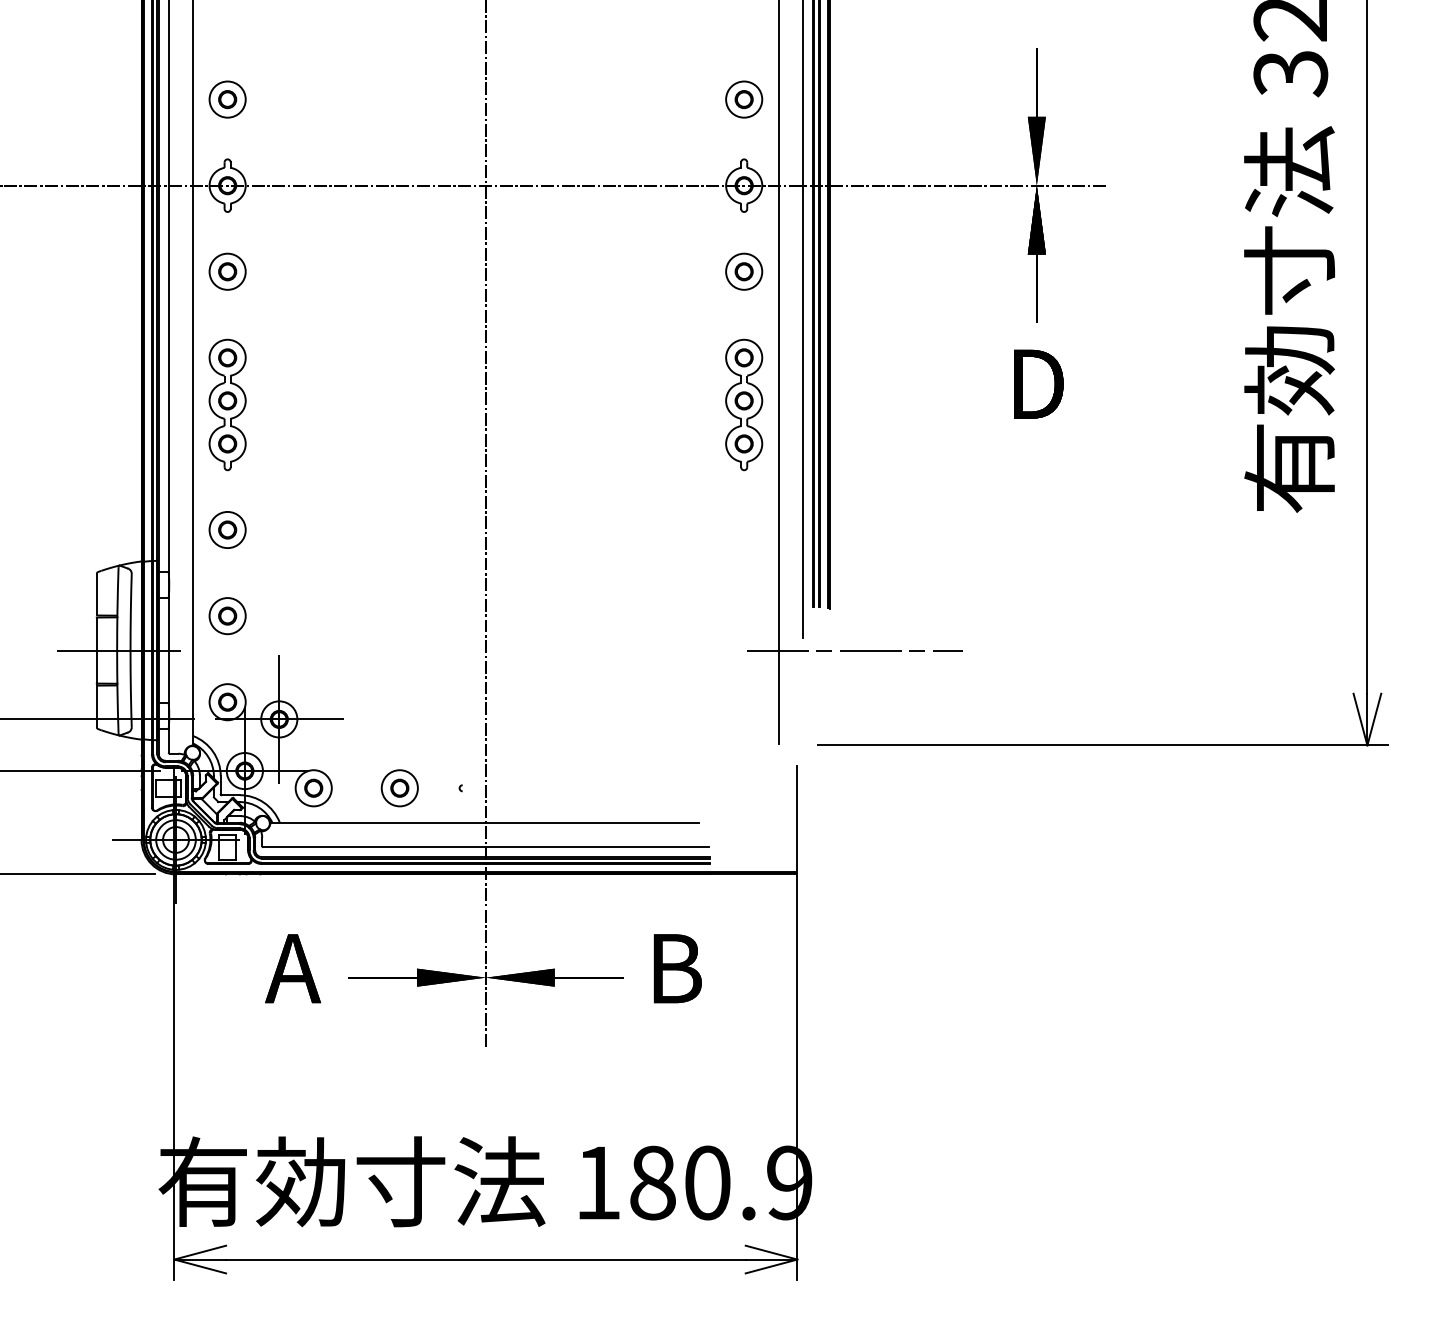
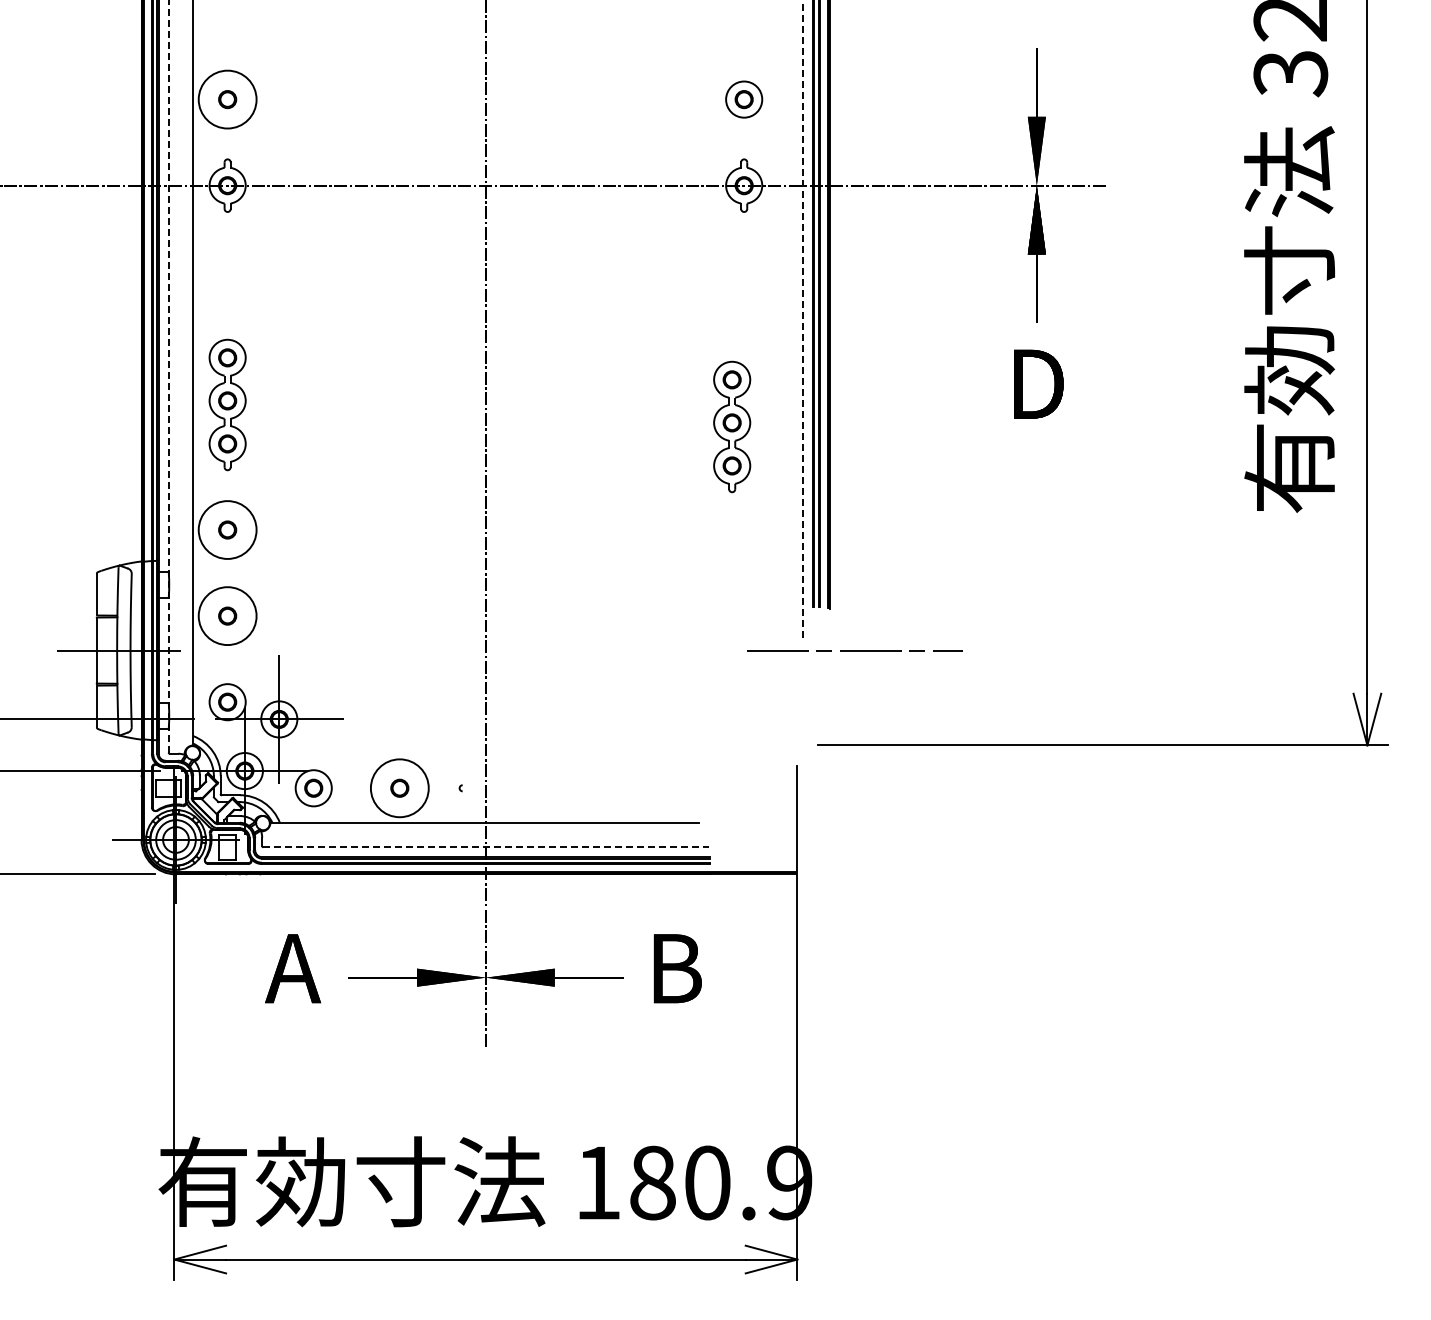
circle at (227, 99) diameter: 36 px -> 58 px
part at (227, 271): present -> none
part at (744, 271): present -> none
line at (803, 319): solid -> dashed
line at (778, 372): present -> none
line at (168, 376): solid -> dashed
part at (744, 404) position: (744, 404) -> (732, 426)
circle at (227, 529) diameter: 36 px -> 58 px
circle at (227, 616) diameter: 36 px -> 58 px
circle at (399, 788) diameter: 36 px -> 58 px
line at (485, 847): solid -> dashed
